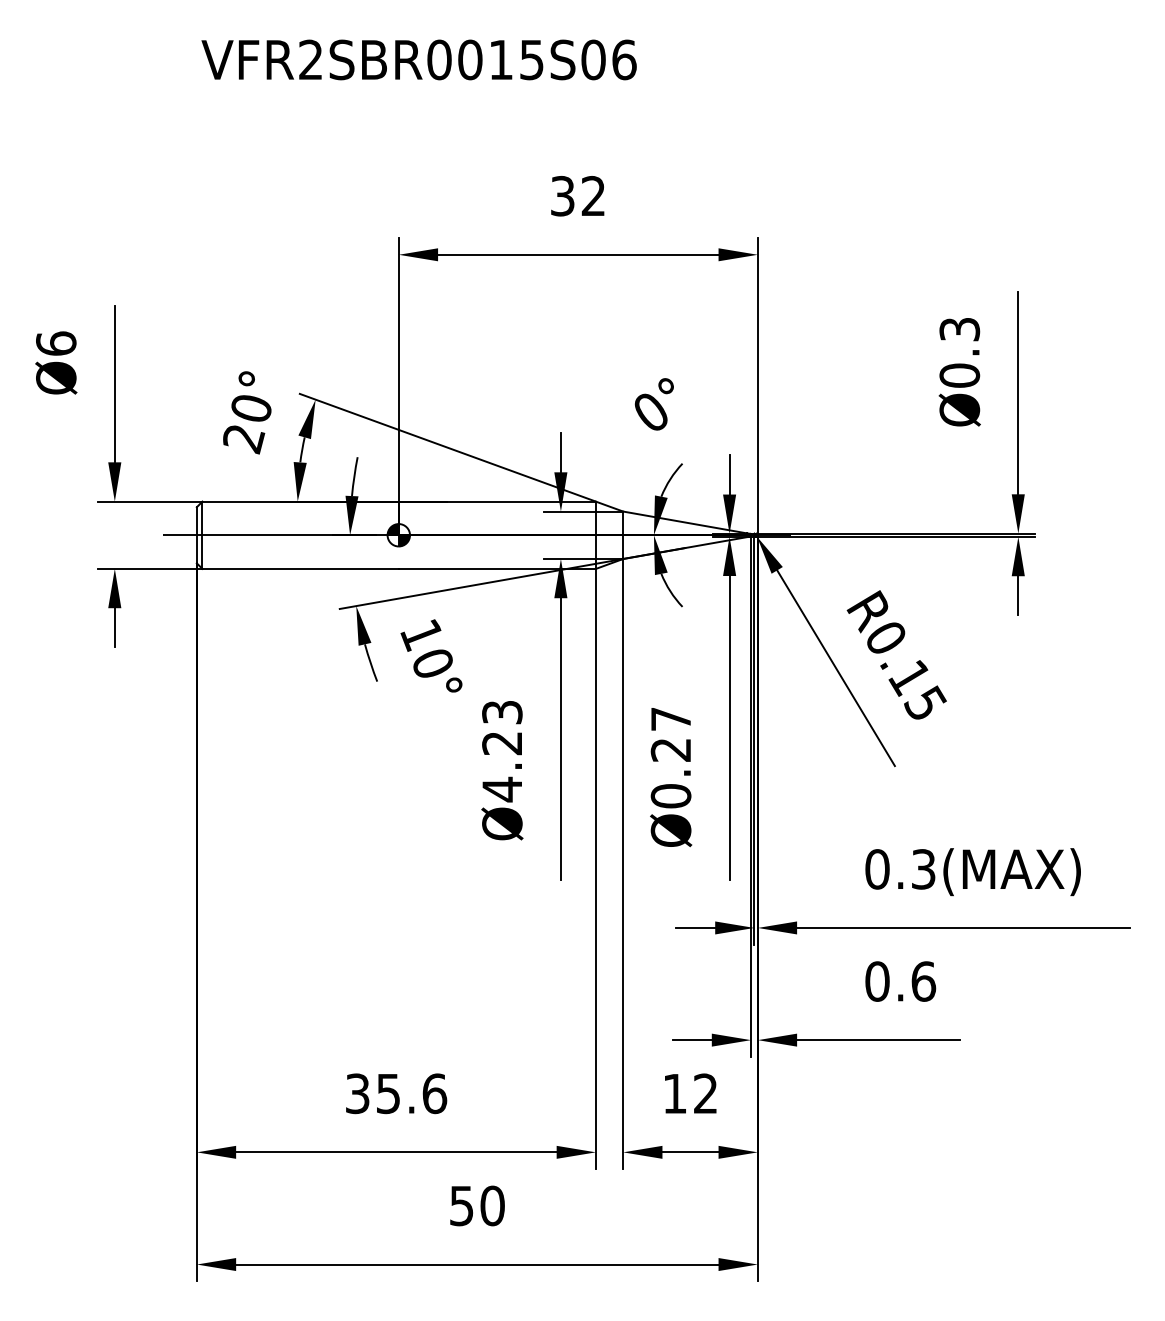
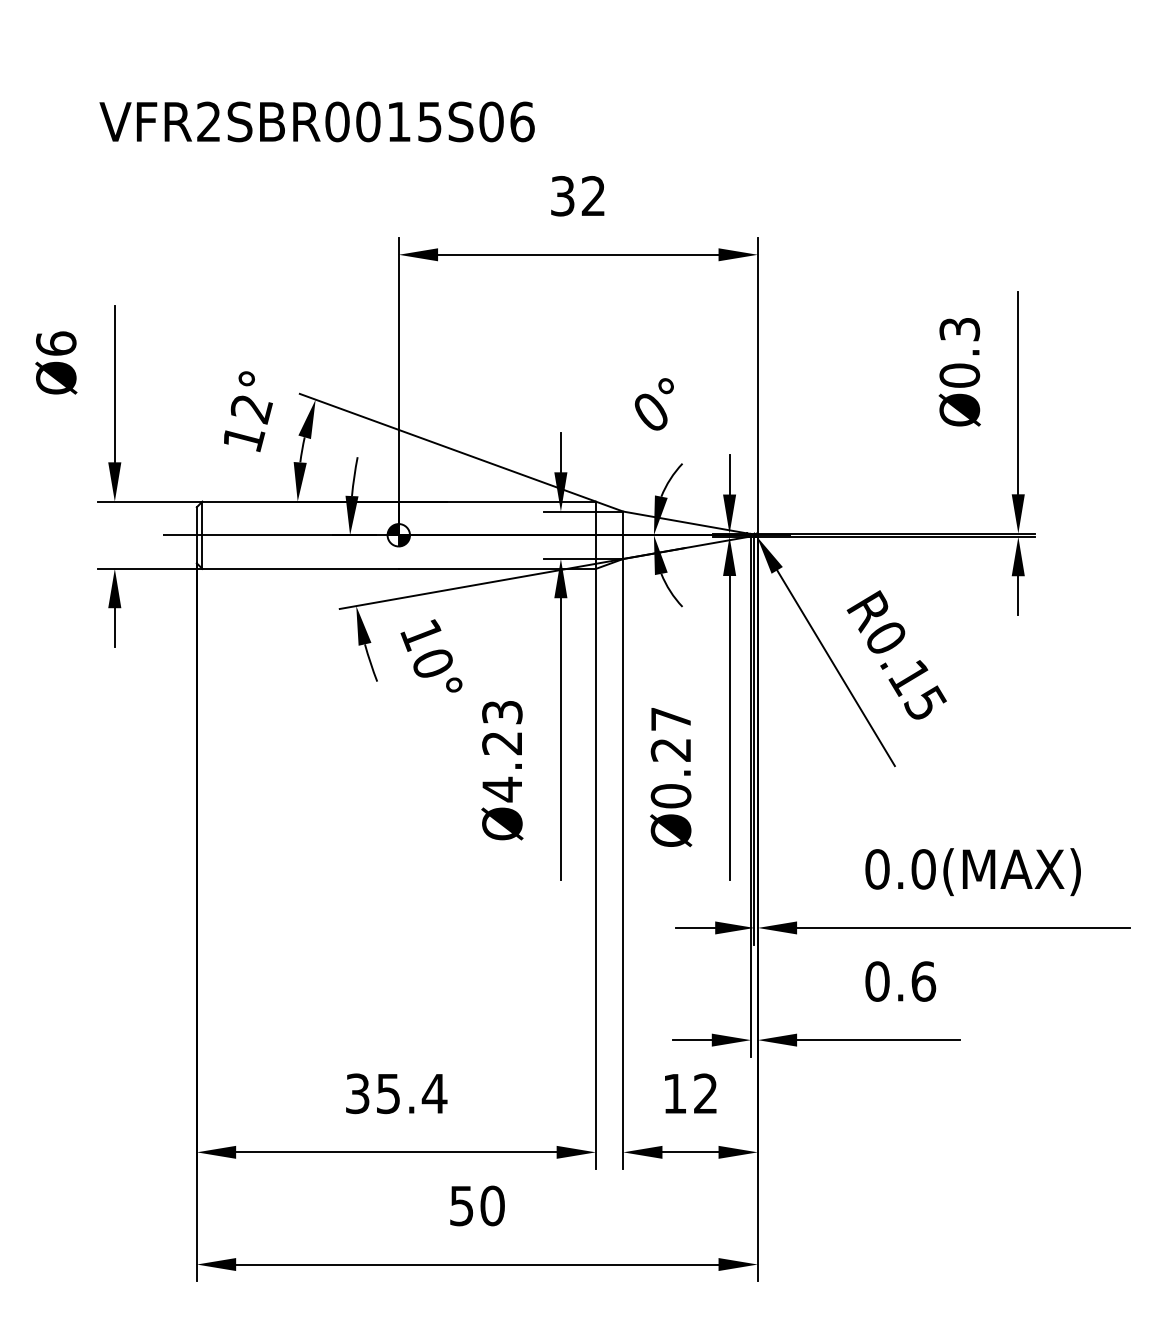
text at (418, 59) position: (418, 59) -> (316, 121)
text at (247, 424): 20° -> 12°
text at (923, 869): 0.3(MAX) -> 0.0(MAX)
text at (434, 1093): 35.6 -> 35.4
